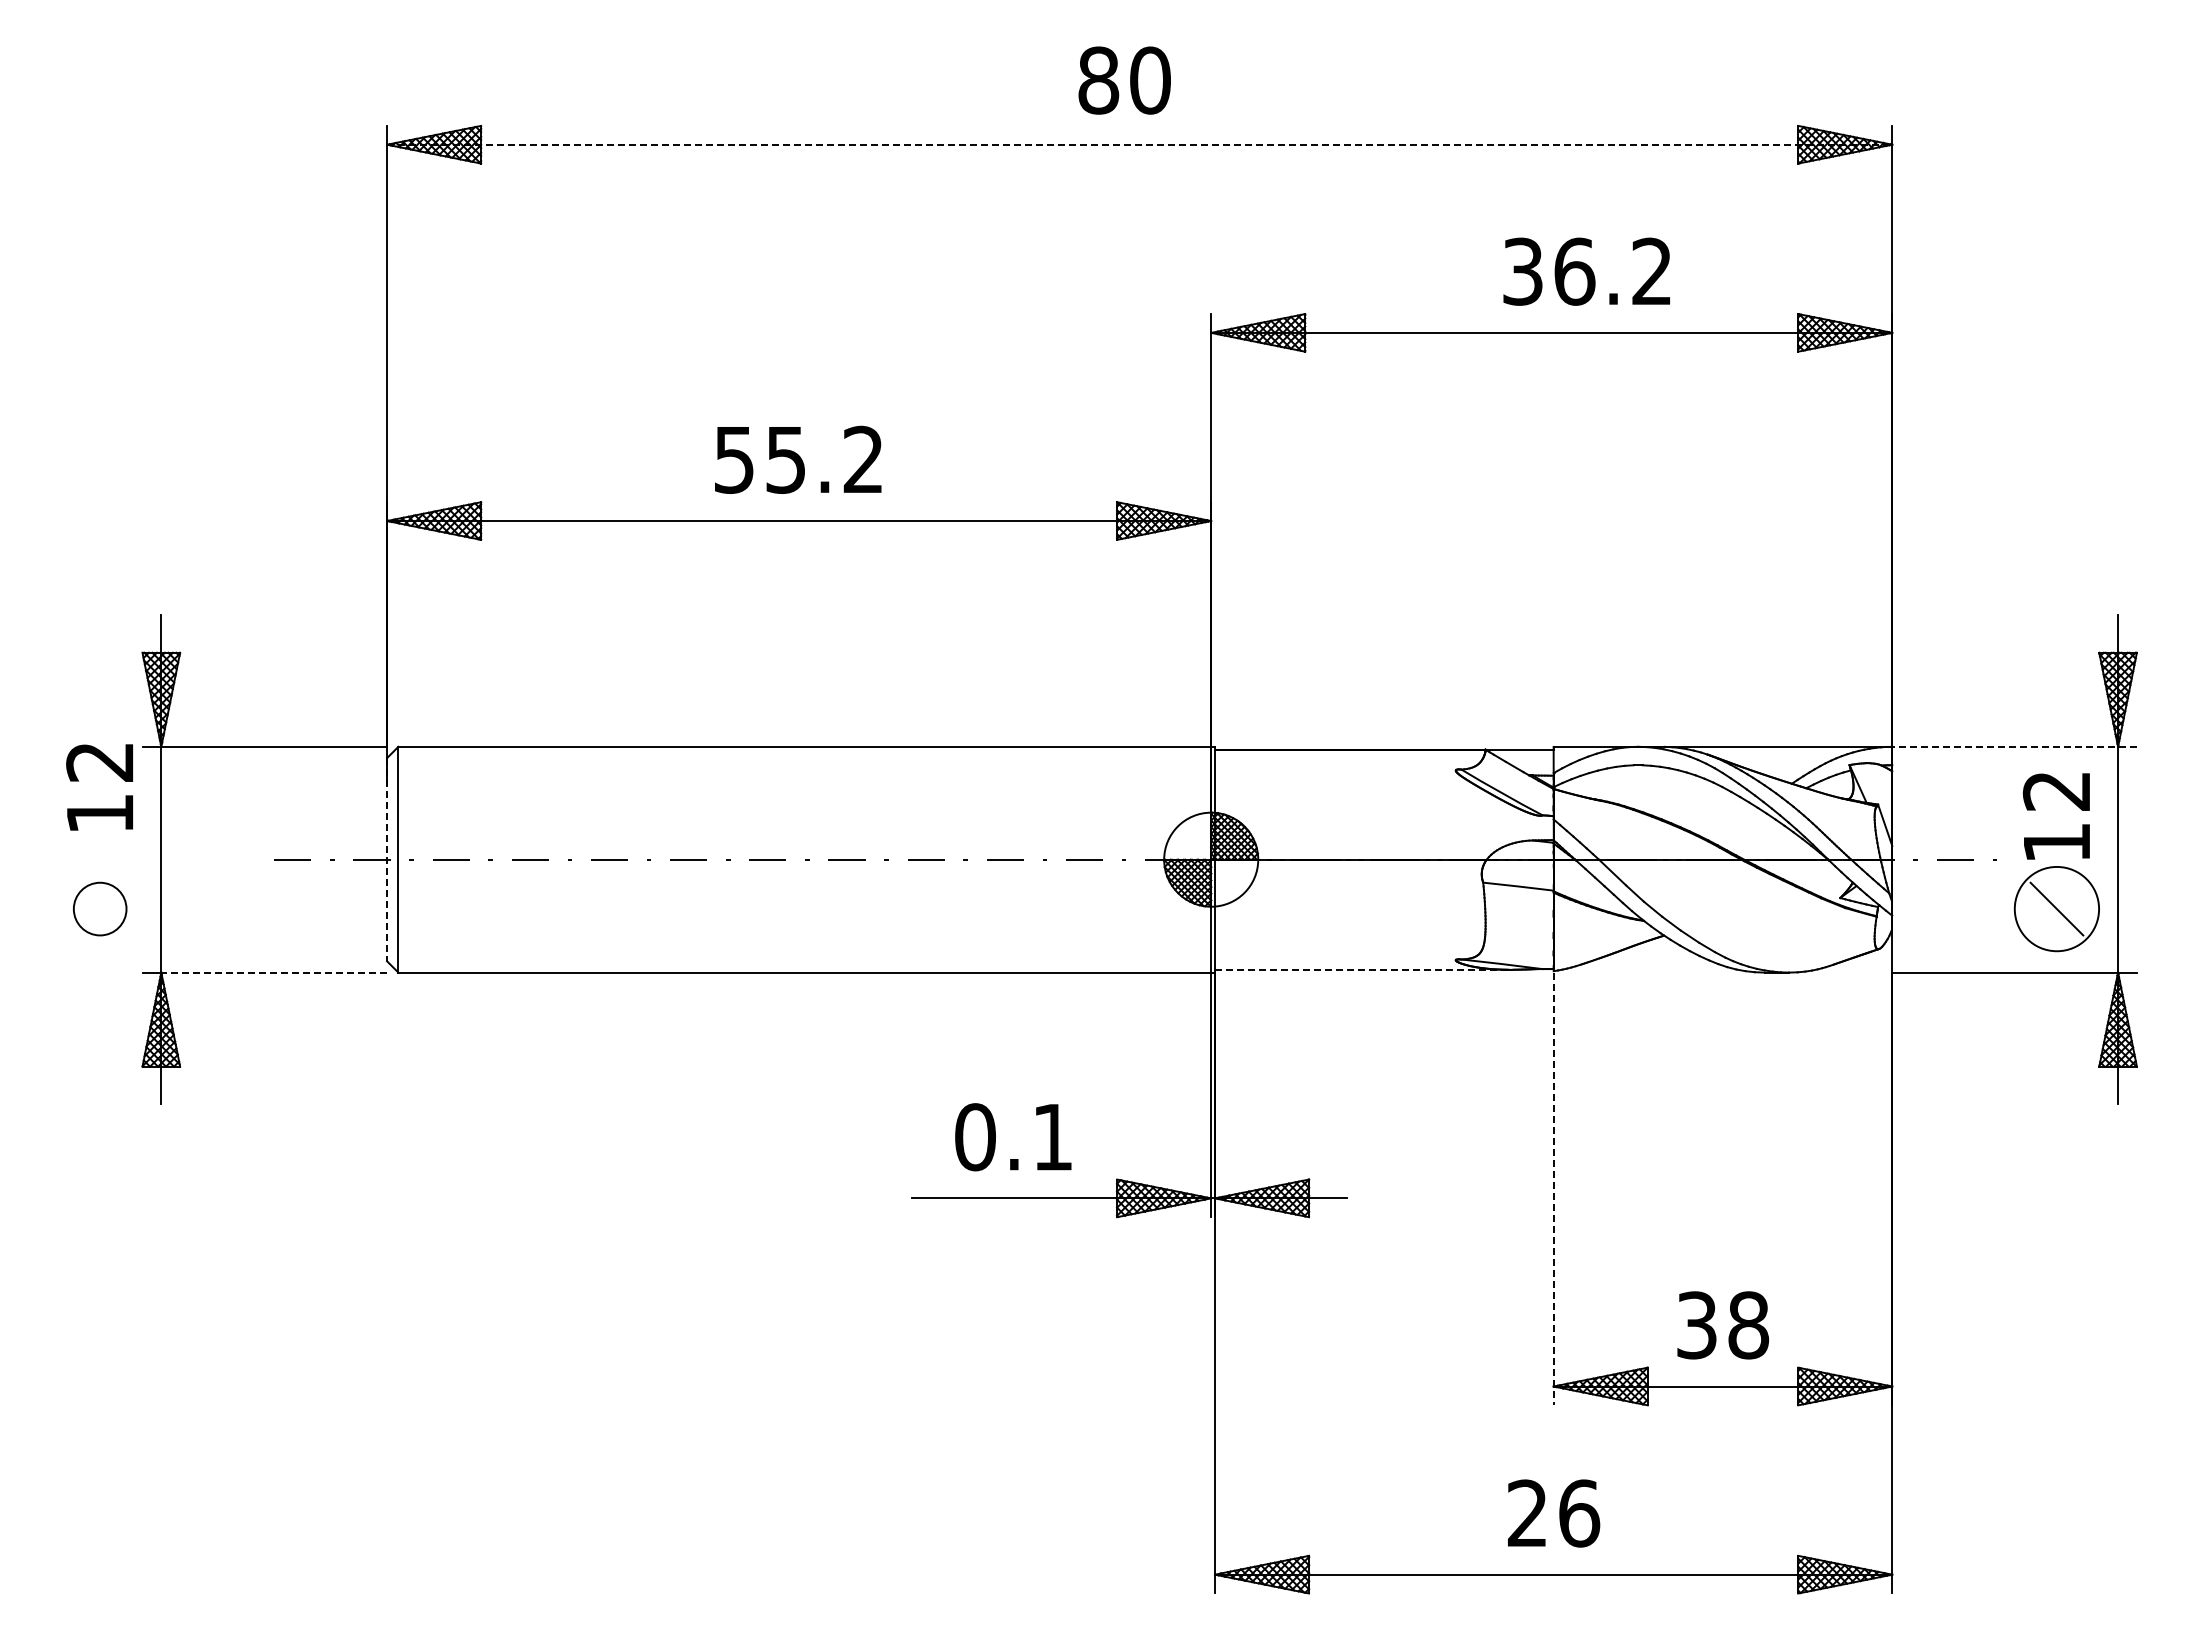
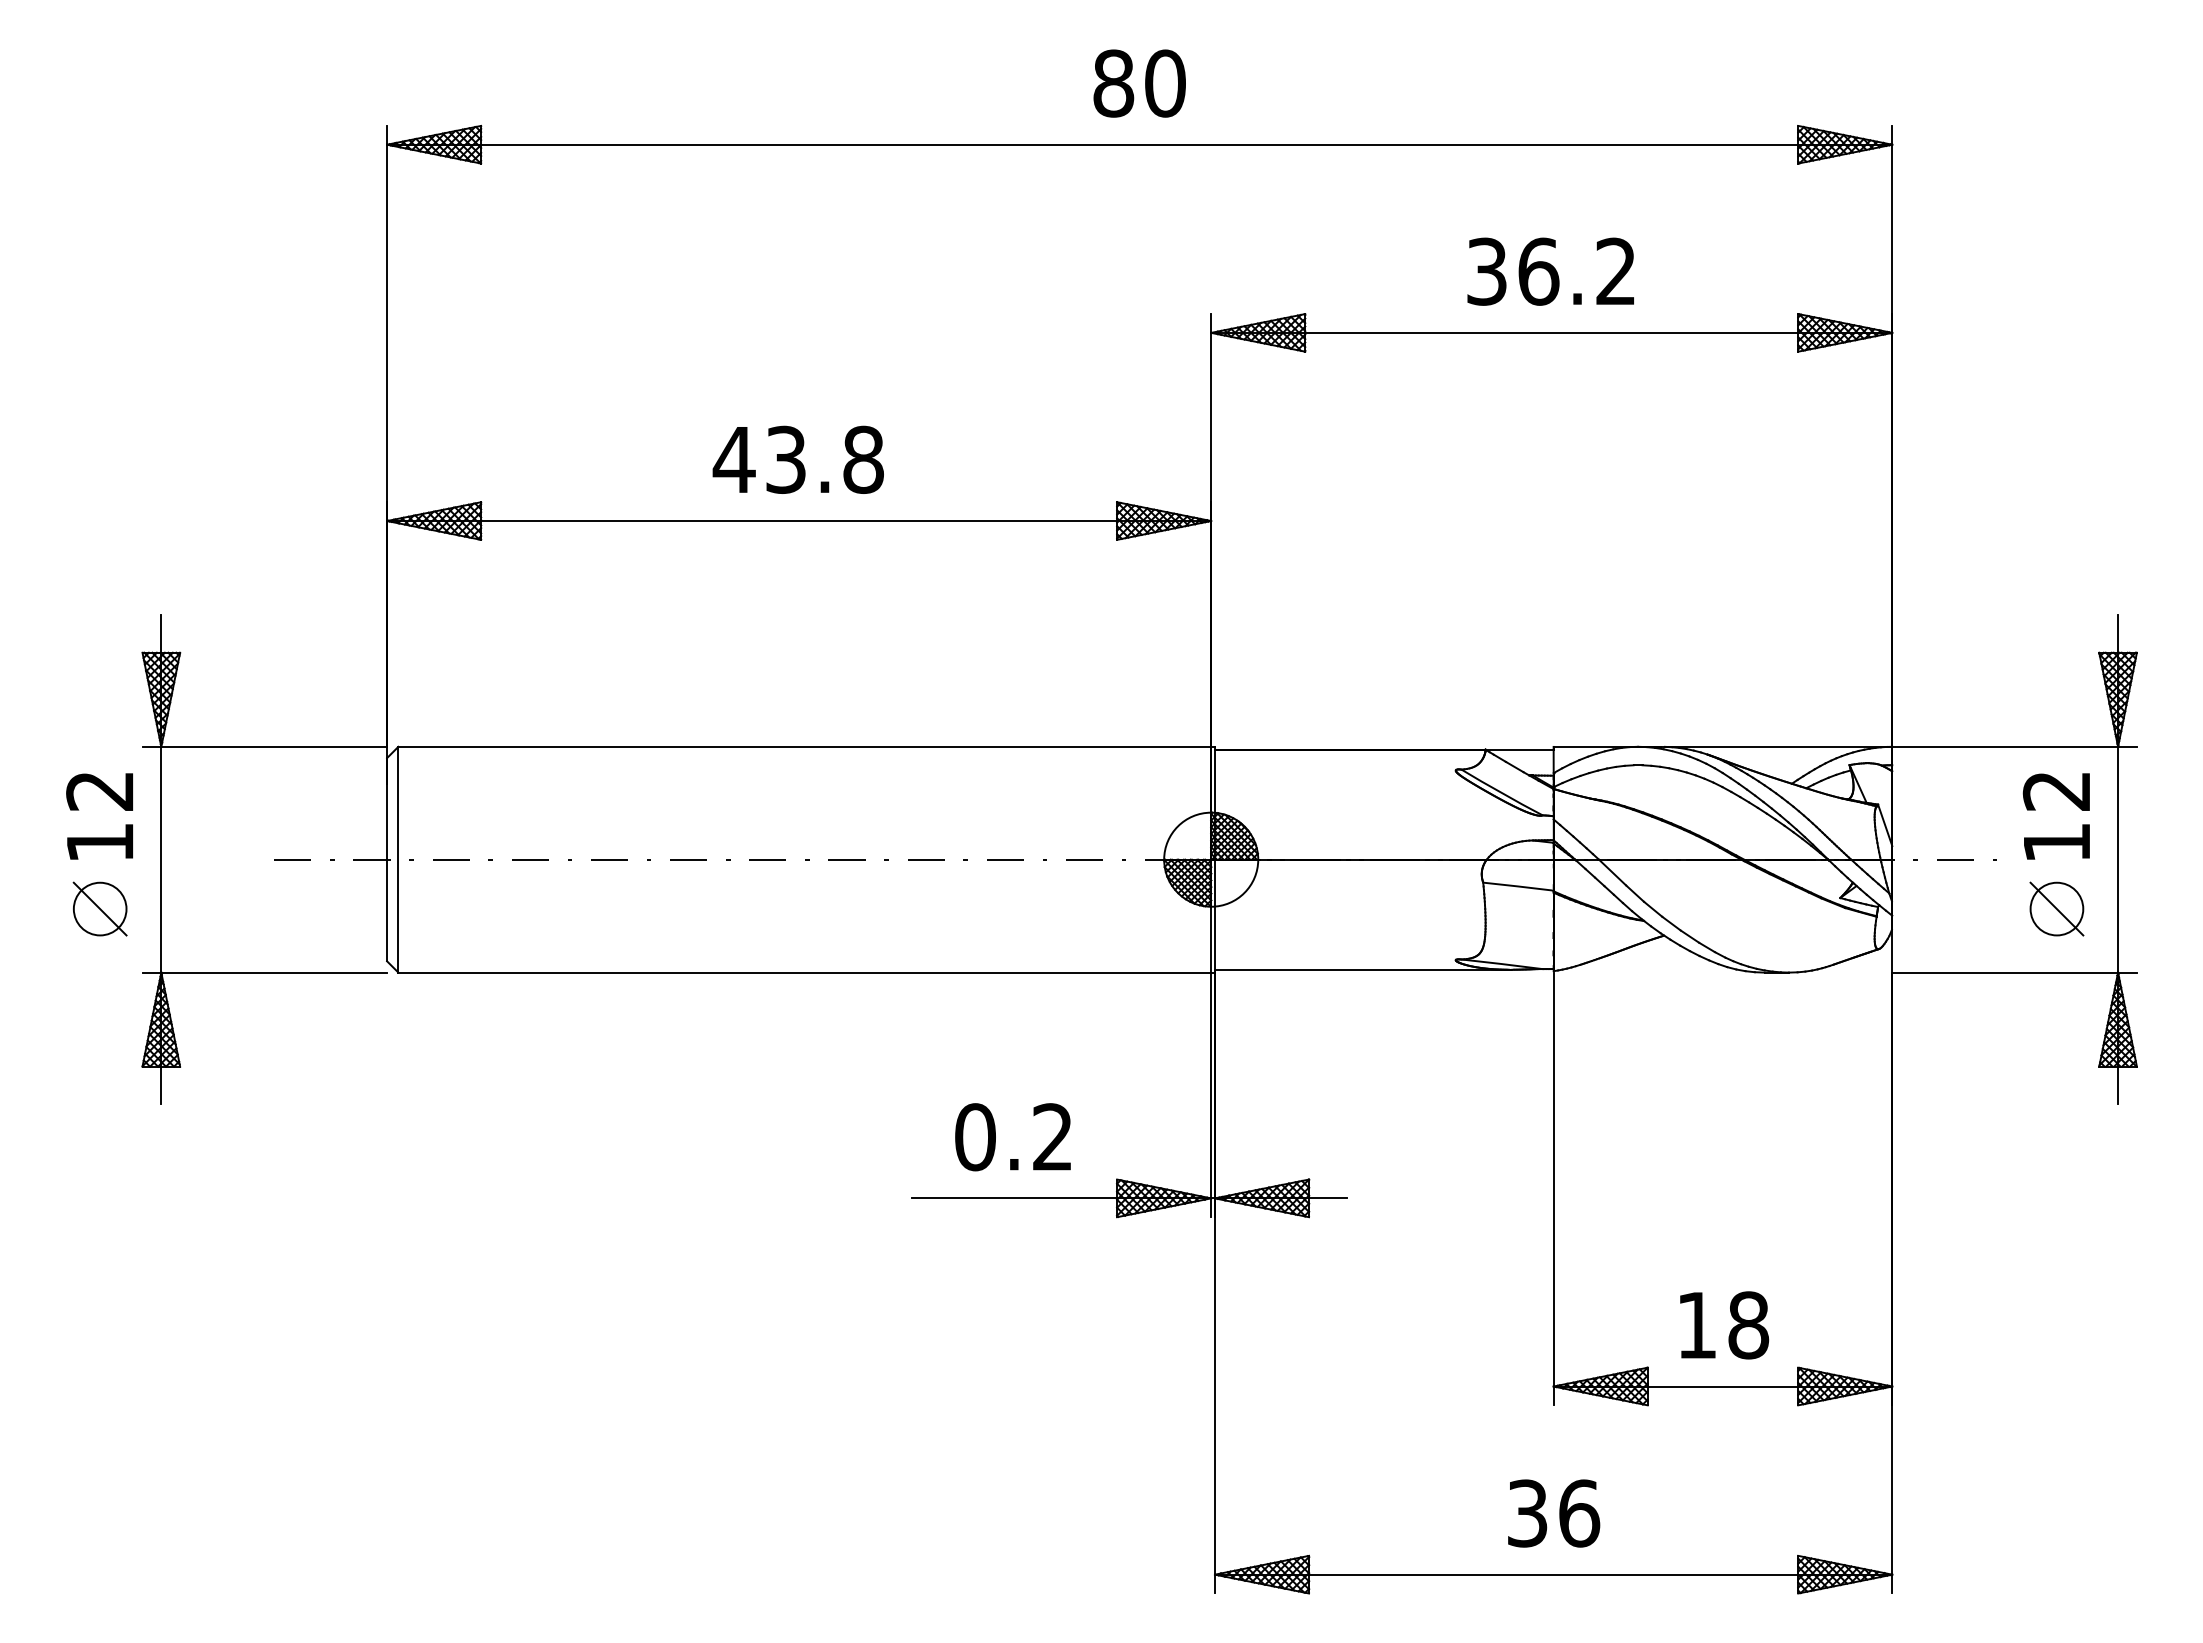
text at (1124, 80) position: (1124, 80) -> (1139, 83)
line at (1139, 144): dashed -> solid
text at (1586, 271) position: (1586, 271) -> (1550, 271)
text at (797, 459): 55.2 -> 43.8
line at (2014, 746): dashed -> solid
text at (99, 787) position: (99, 787) -> (99, 816)
line at (387, 859): dashed -> solid
line at (99, 908): none -> present
circle at (2056, 908) diameter: 84 px -> 53 px
line at (1362, 969): dashed -> solid
line at (274, 972): dashed -> solid
text at (1052, 1136): 0.1 -> 0.2
line at (1553, 1189): dashed -> solid
text at (1696, 1325): 38 -> 18
text at (1527, 1513): 26 -> 36
